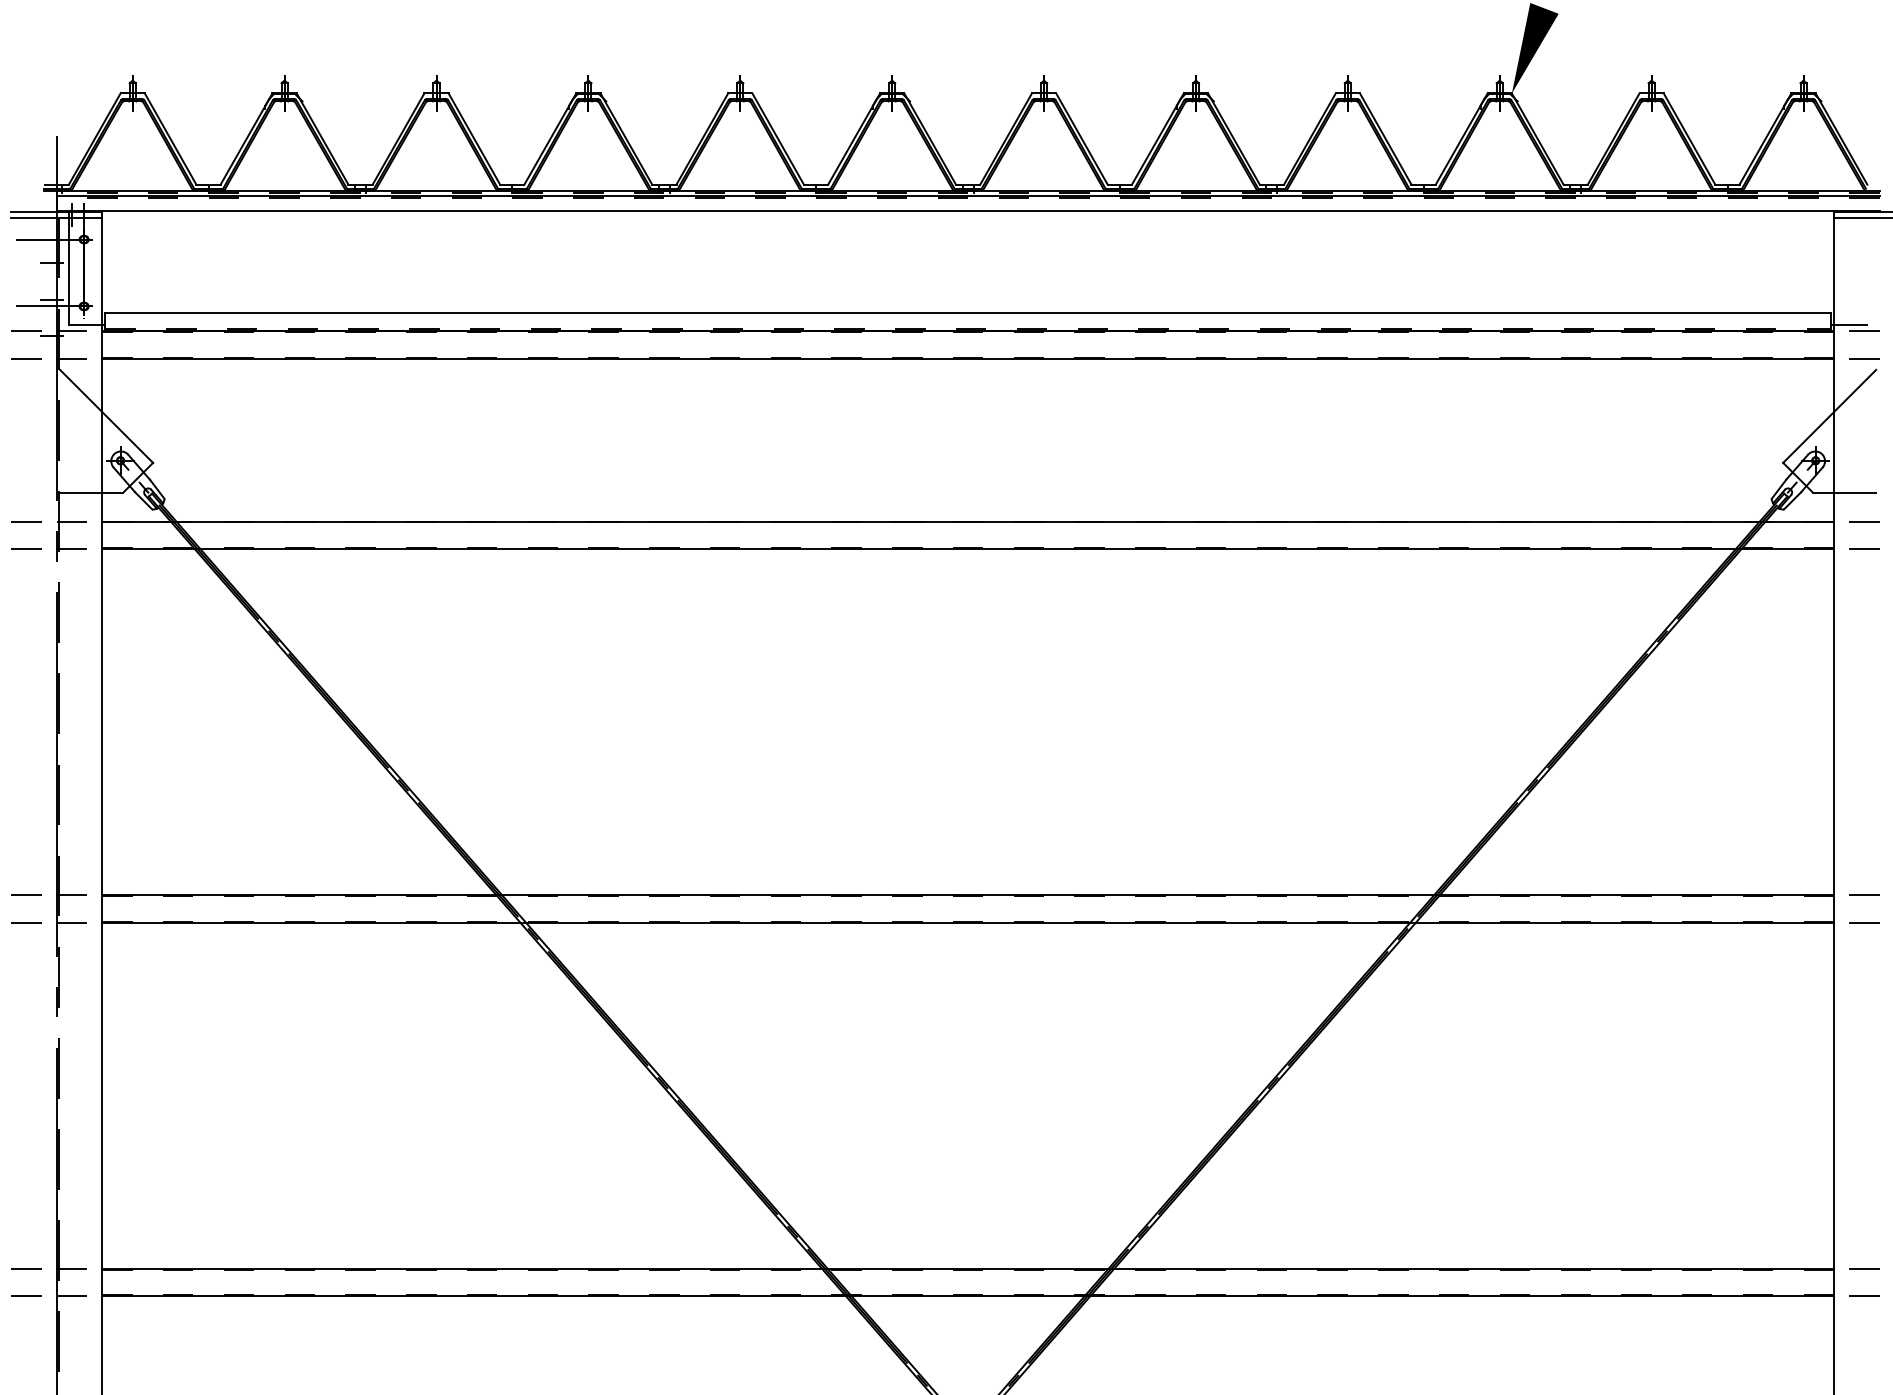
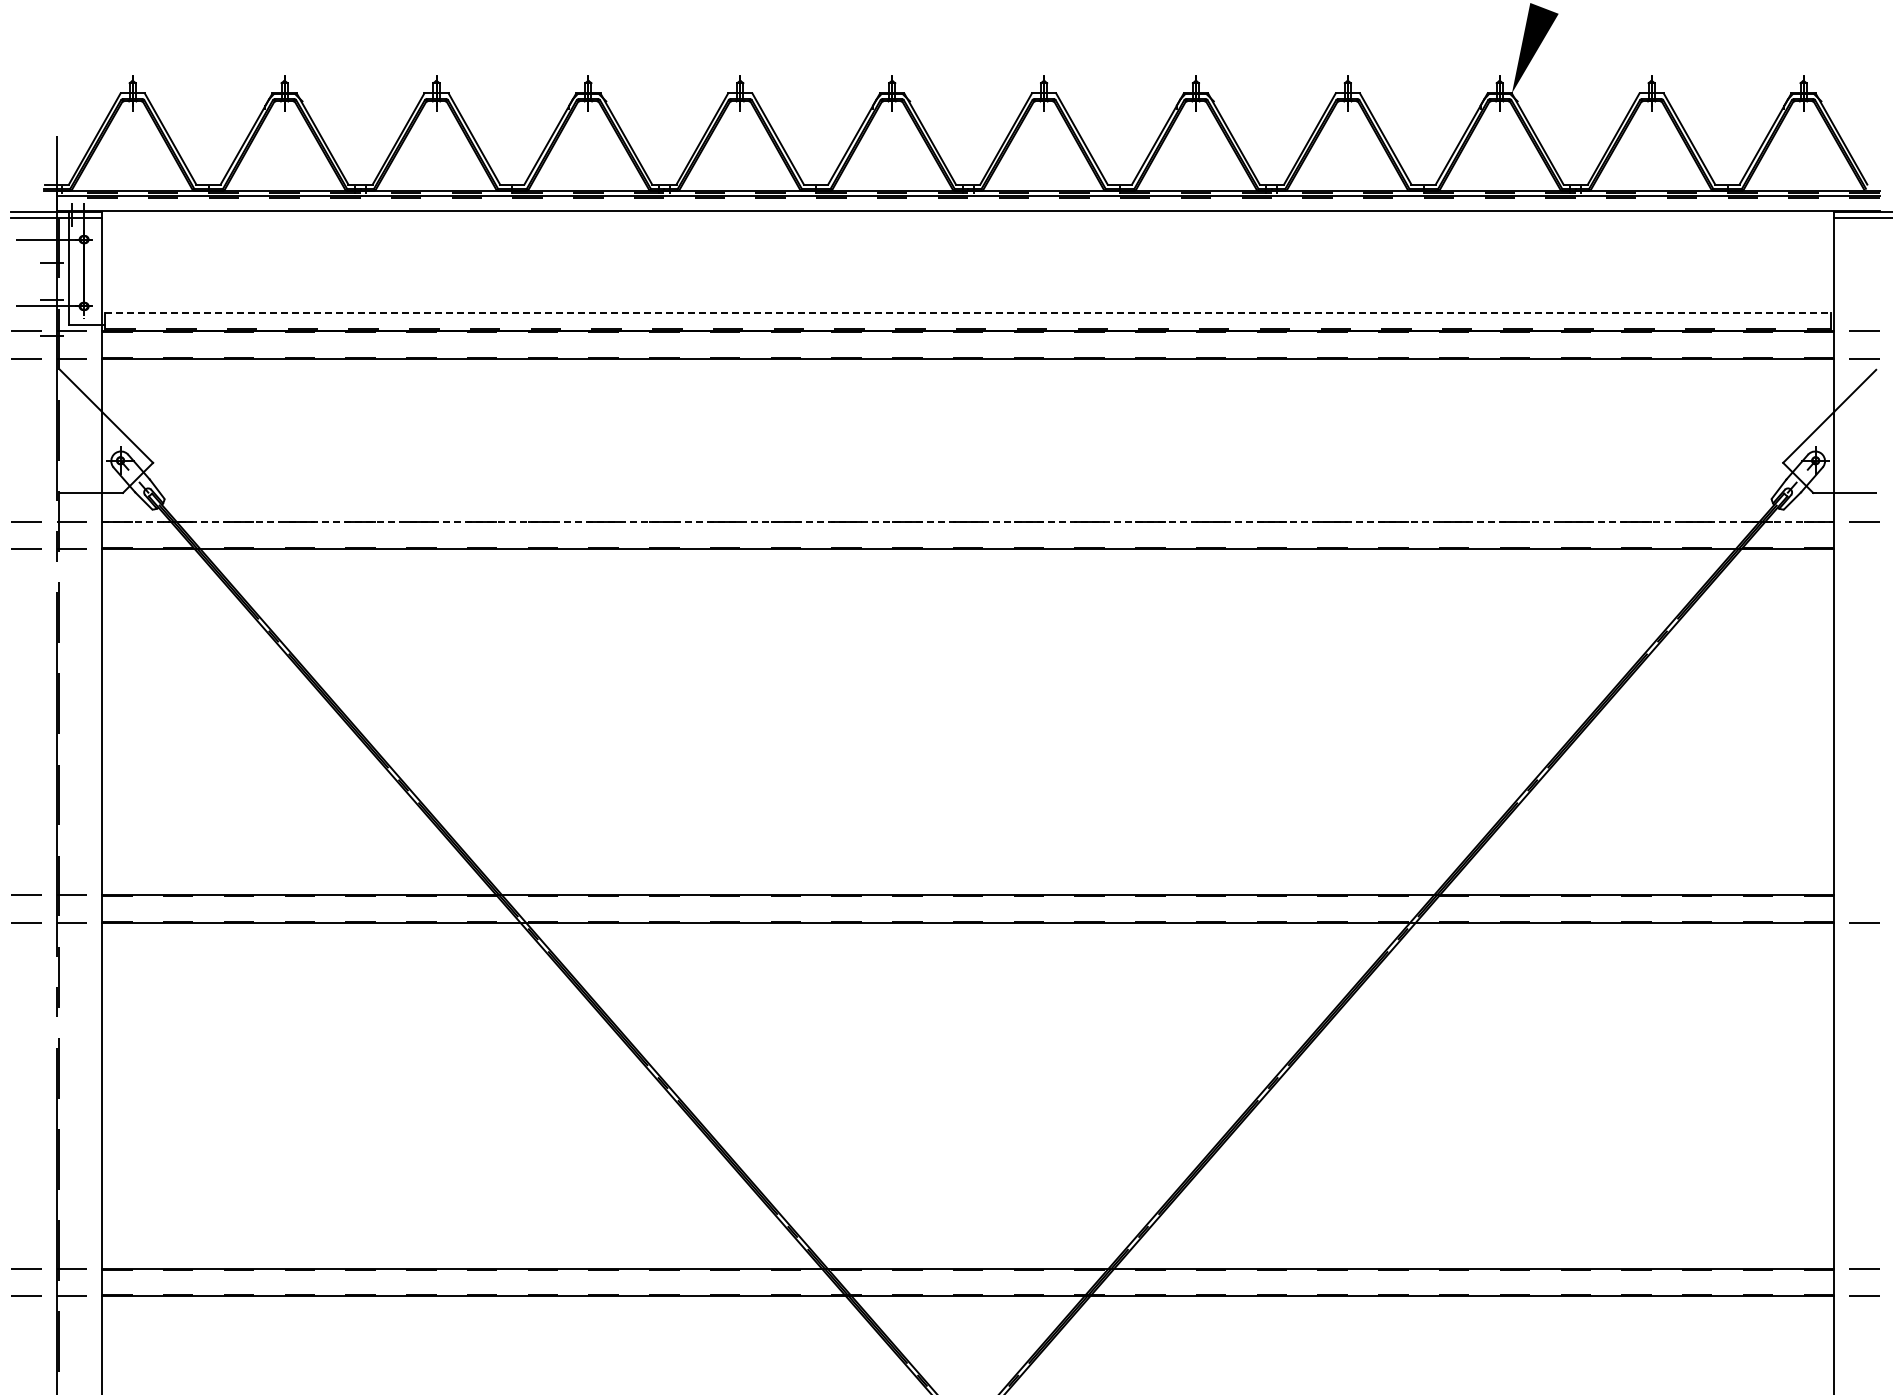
line at (968, 312): solid -> dashed
line at (1848, 324): present -> none
line at (968, 521): solid -> dashed
line at (1864, 548): present -> none
line at (1864, 894): present -> none
